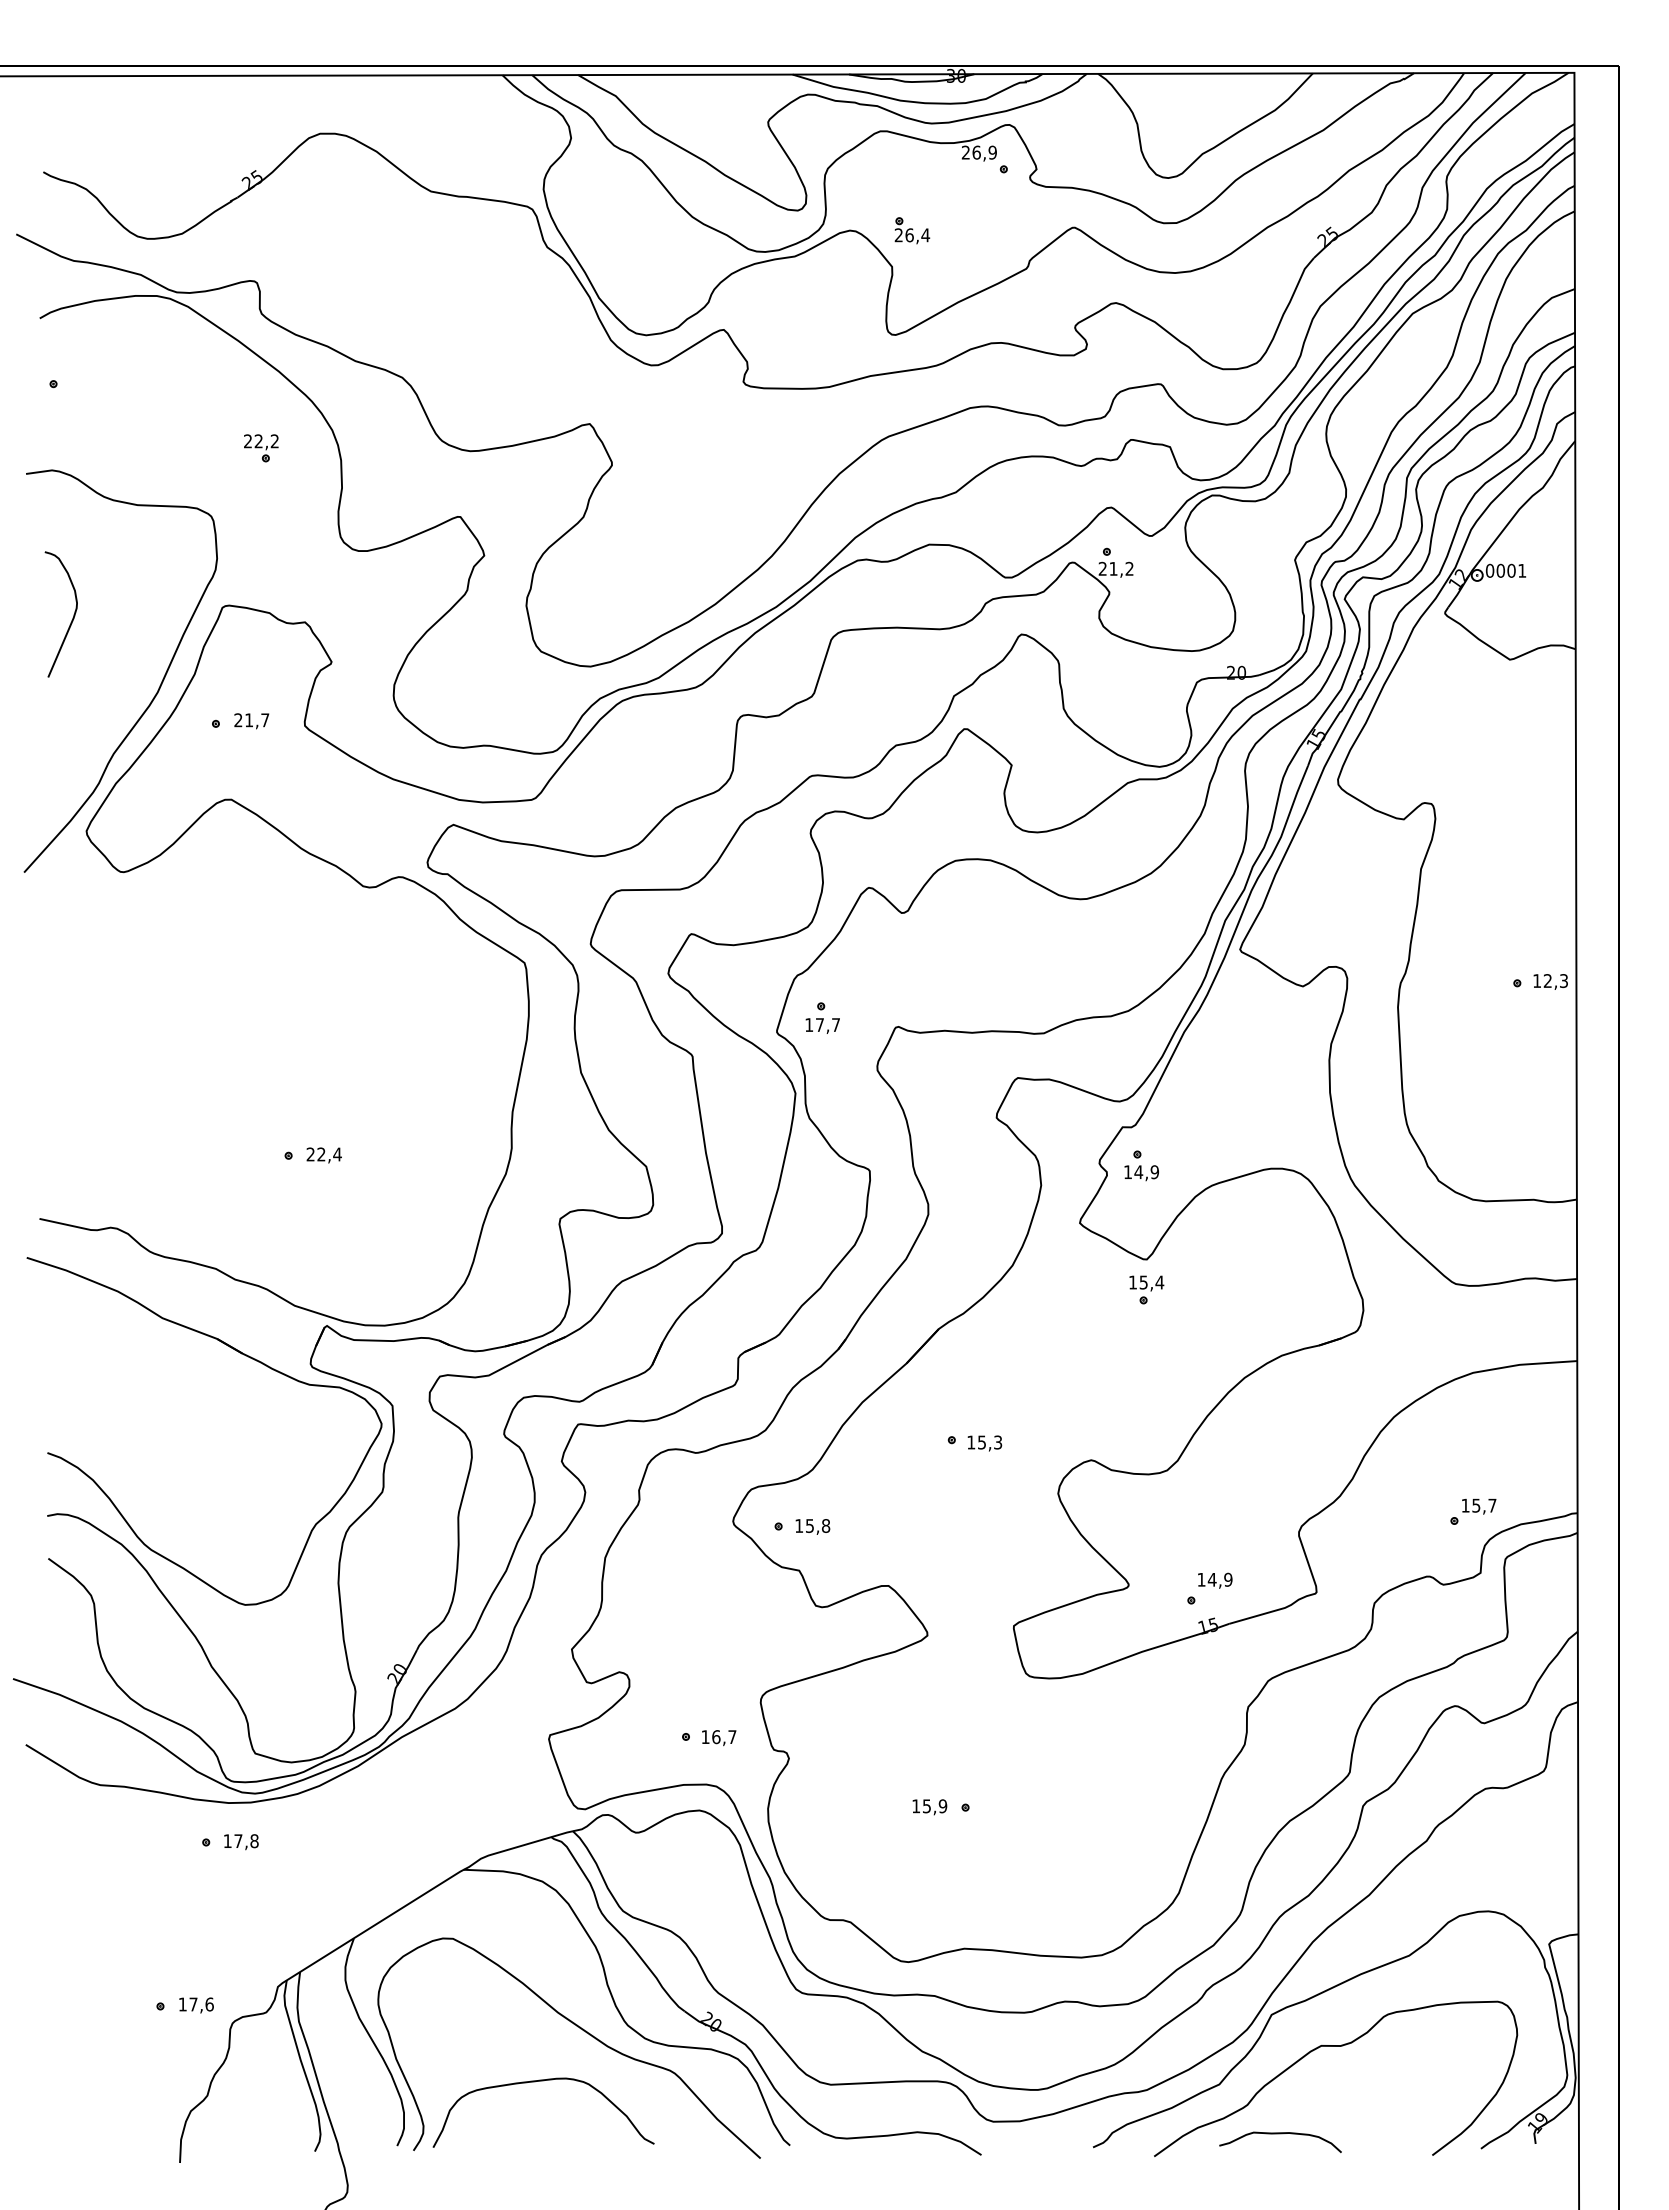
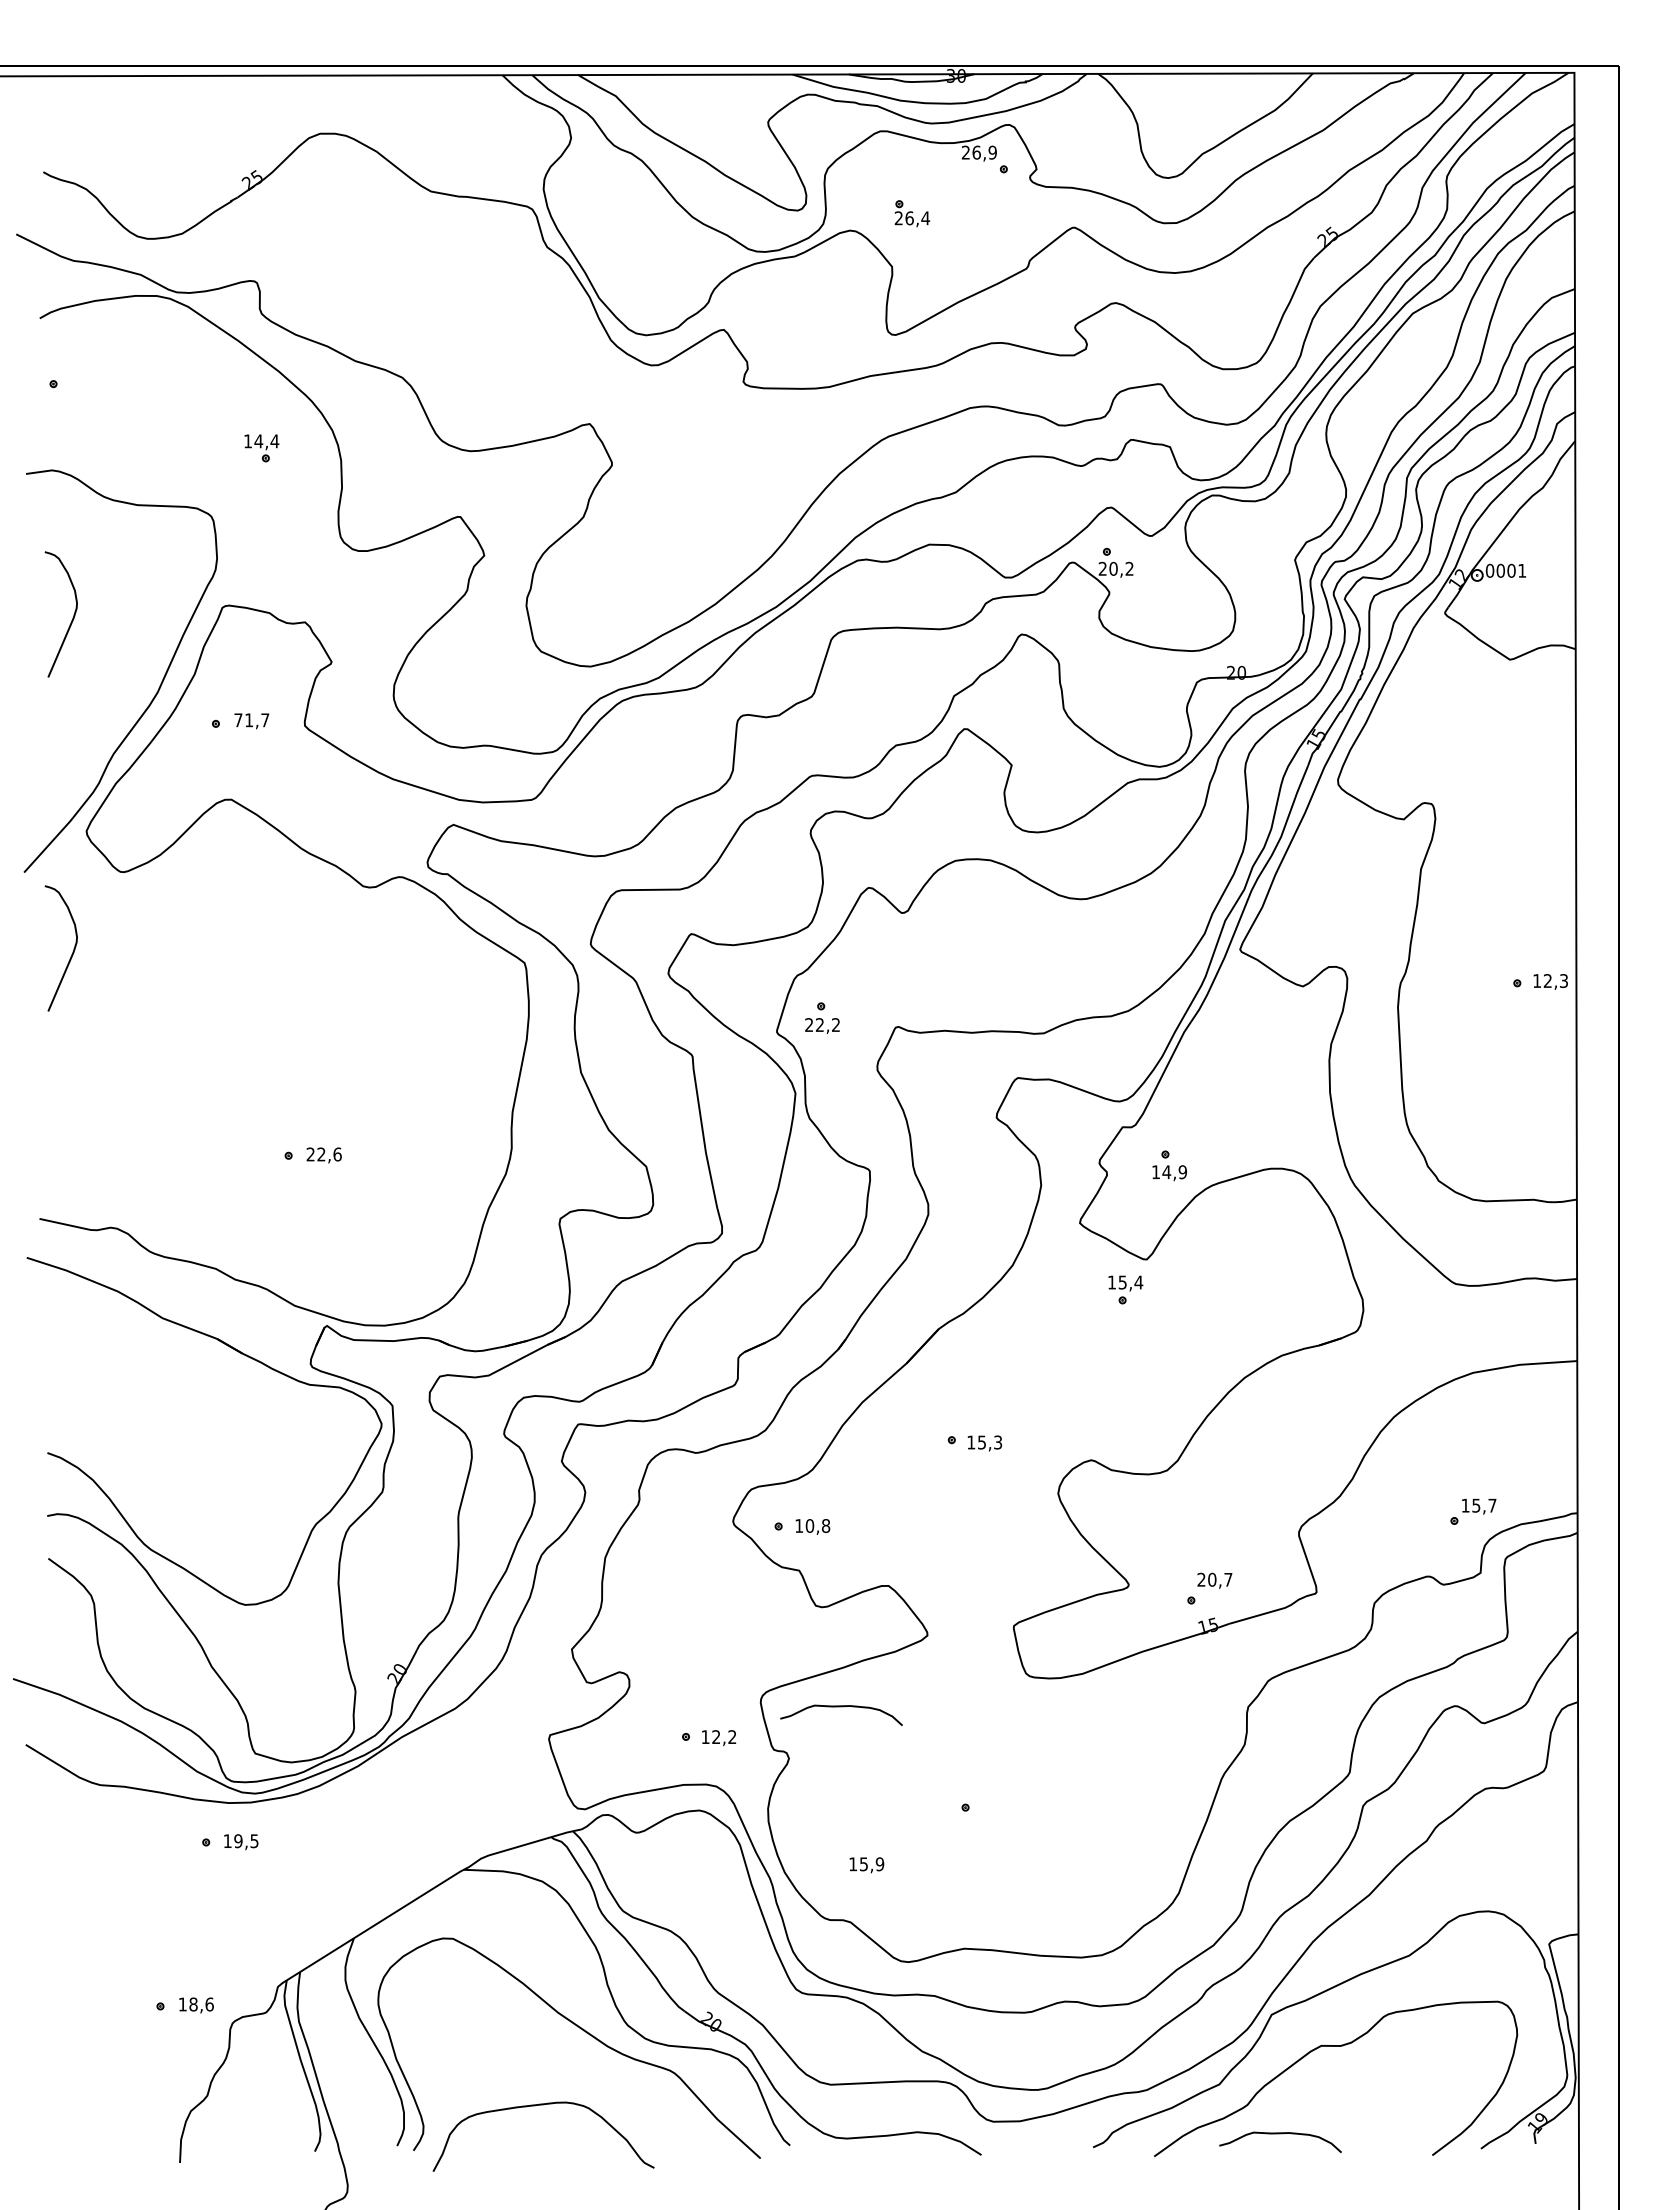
part at (912, 230) position: (912, 230) -> (912, 213)
text at (261, 441): 22,2 -> 14,4
text at (1113, 568): 21,2 -> 20,2
text at (238, 720): 21,7 -> 71,7
curve at (72, 951): none -> present
text at (822, 1024): 17,7 -> 22,2
text at (337, 1154): 22,4 -> 22,6
part at (1141, 1165) position: (1141, 1165) -> (1169, 1165)
part at (1146, 1289) position: (1146, 1289) -> (1125, 1289)
text at (809, 1525): 15,8 -> 10,8
text at (1214, 1579): 14,9 -> 20,7
curve at (841, 1707): none -> present
text at (724, 1737): 16,7 -> 12,2
text at (929, 1807) position: (929, 1807) -> (866, 1865)
text at (246, 1841): 17,8 -> 19,5
text at (193, 2004): 17,6 -> 18,6
curve at (543, 2081) position: (543, 2081) -> (543, 2105)
